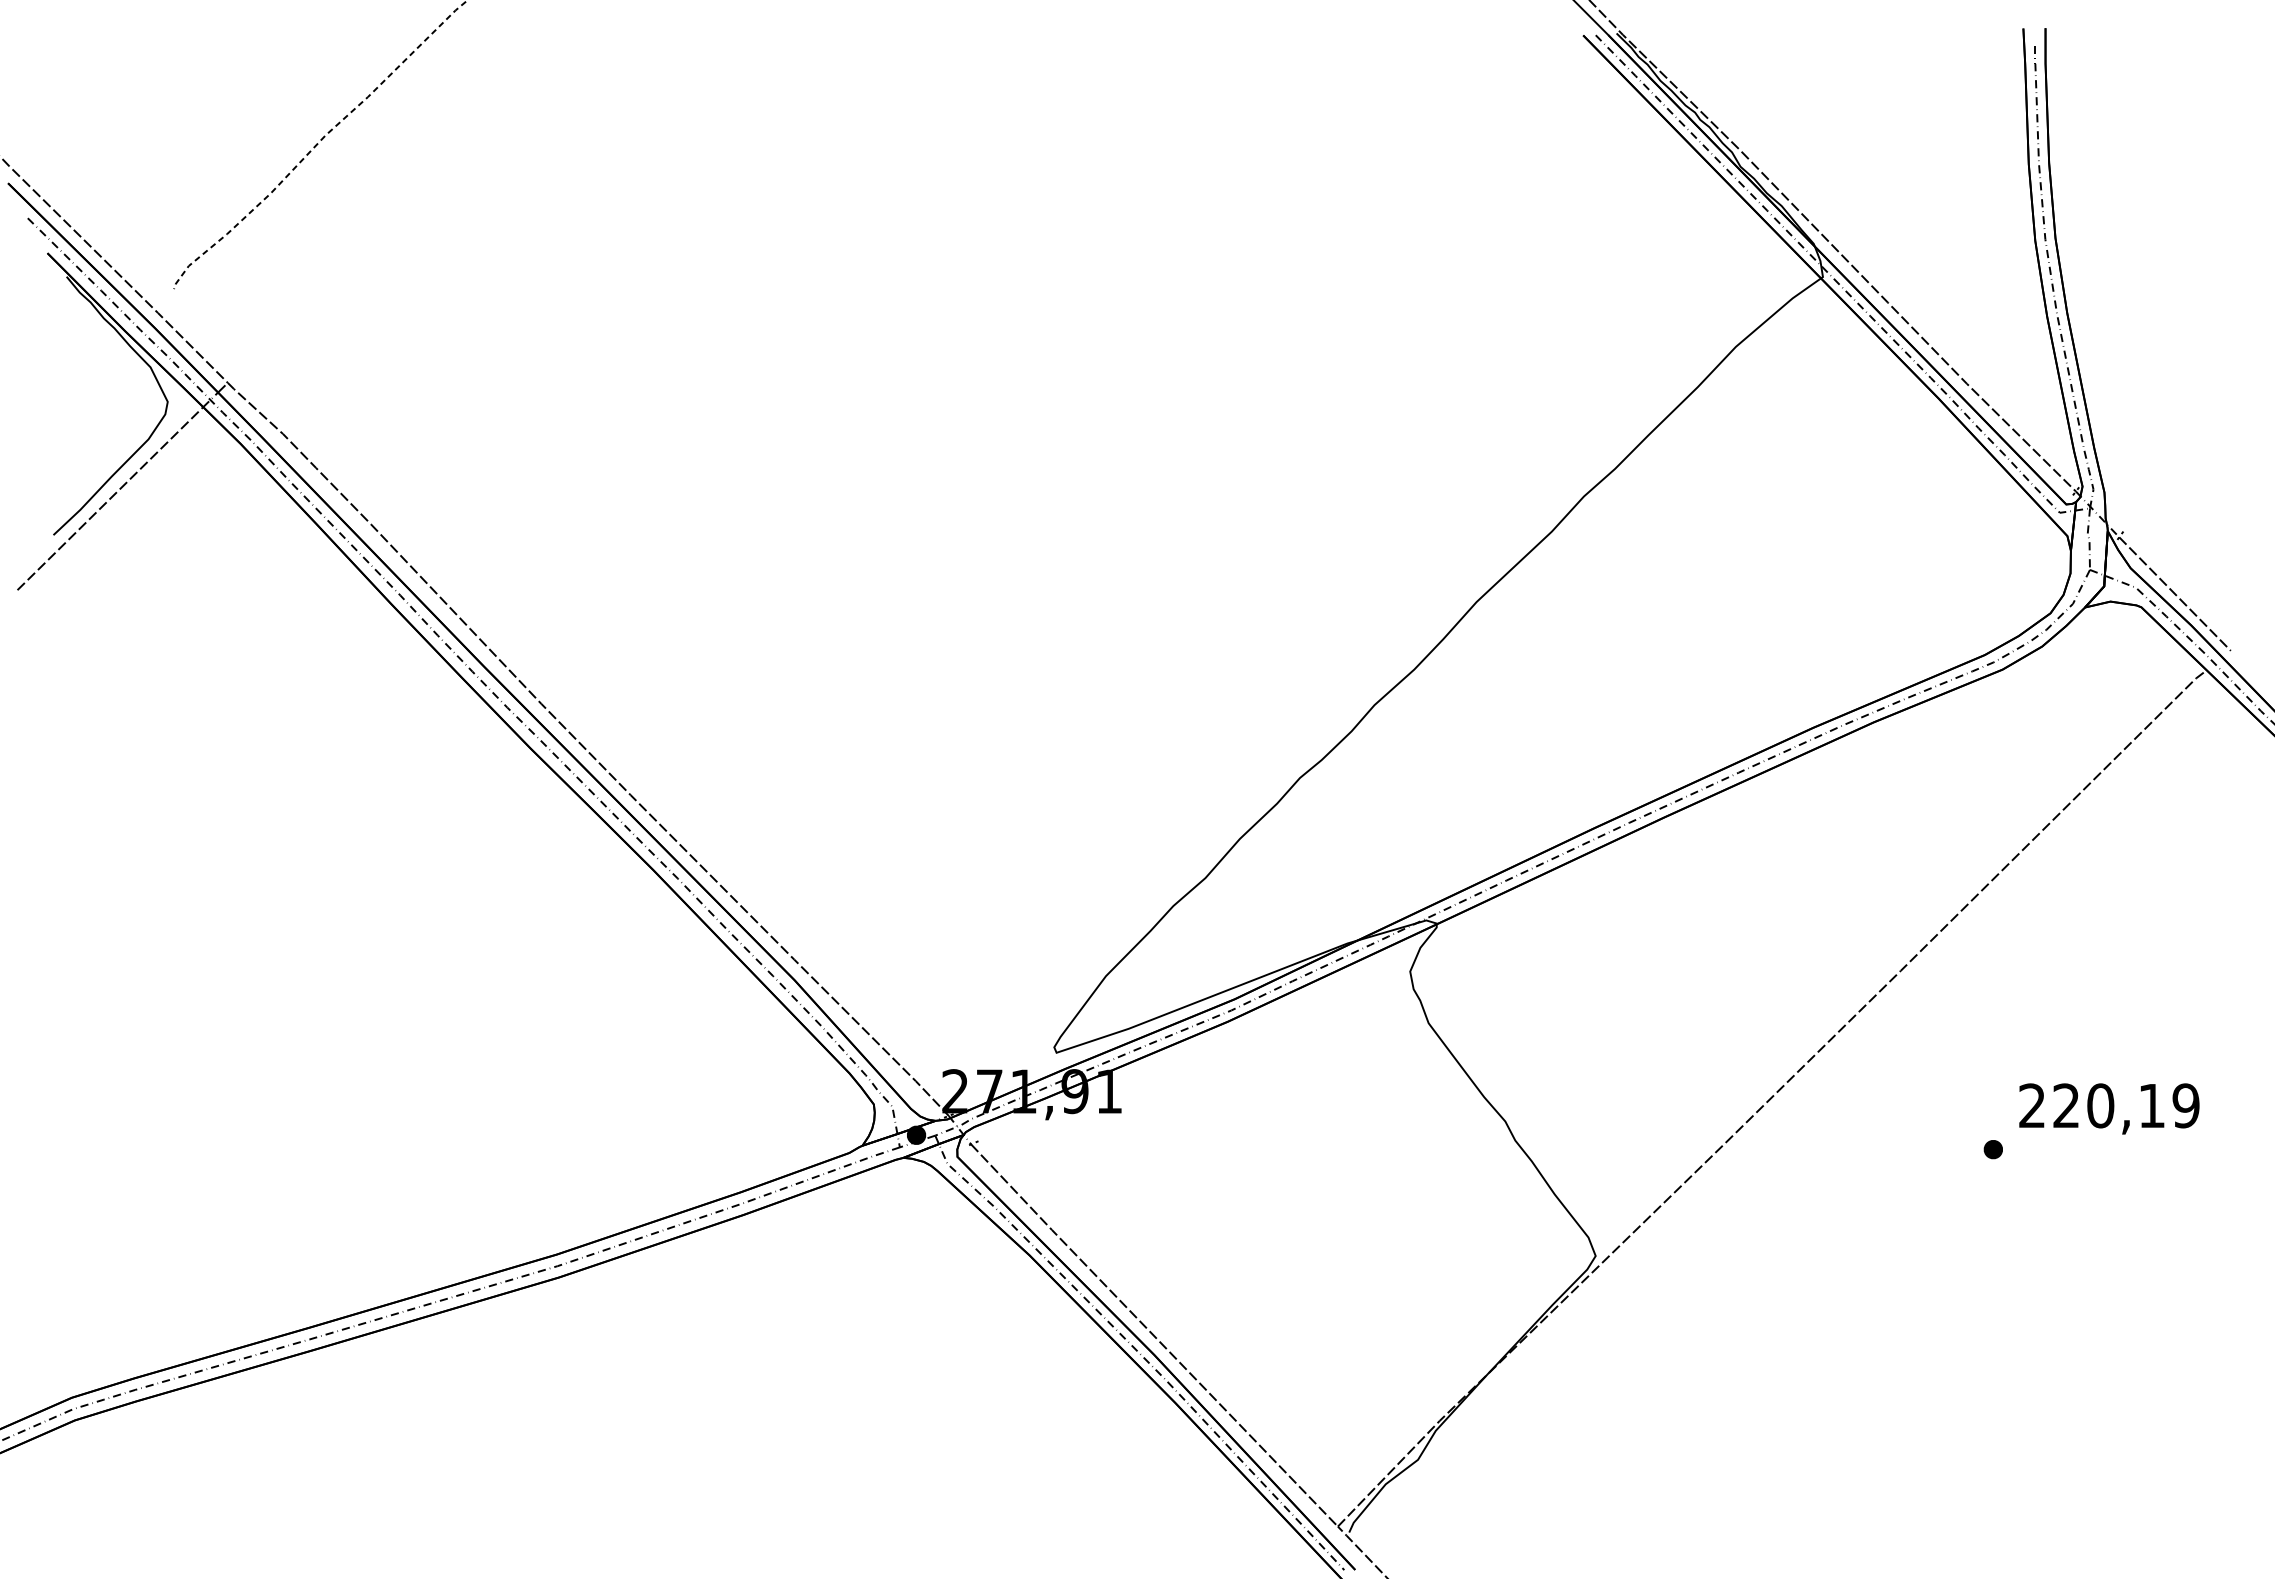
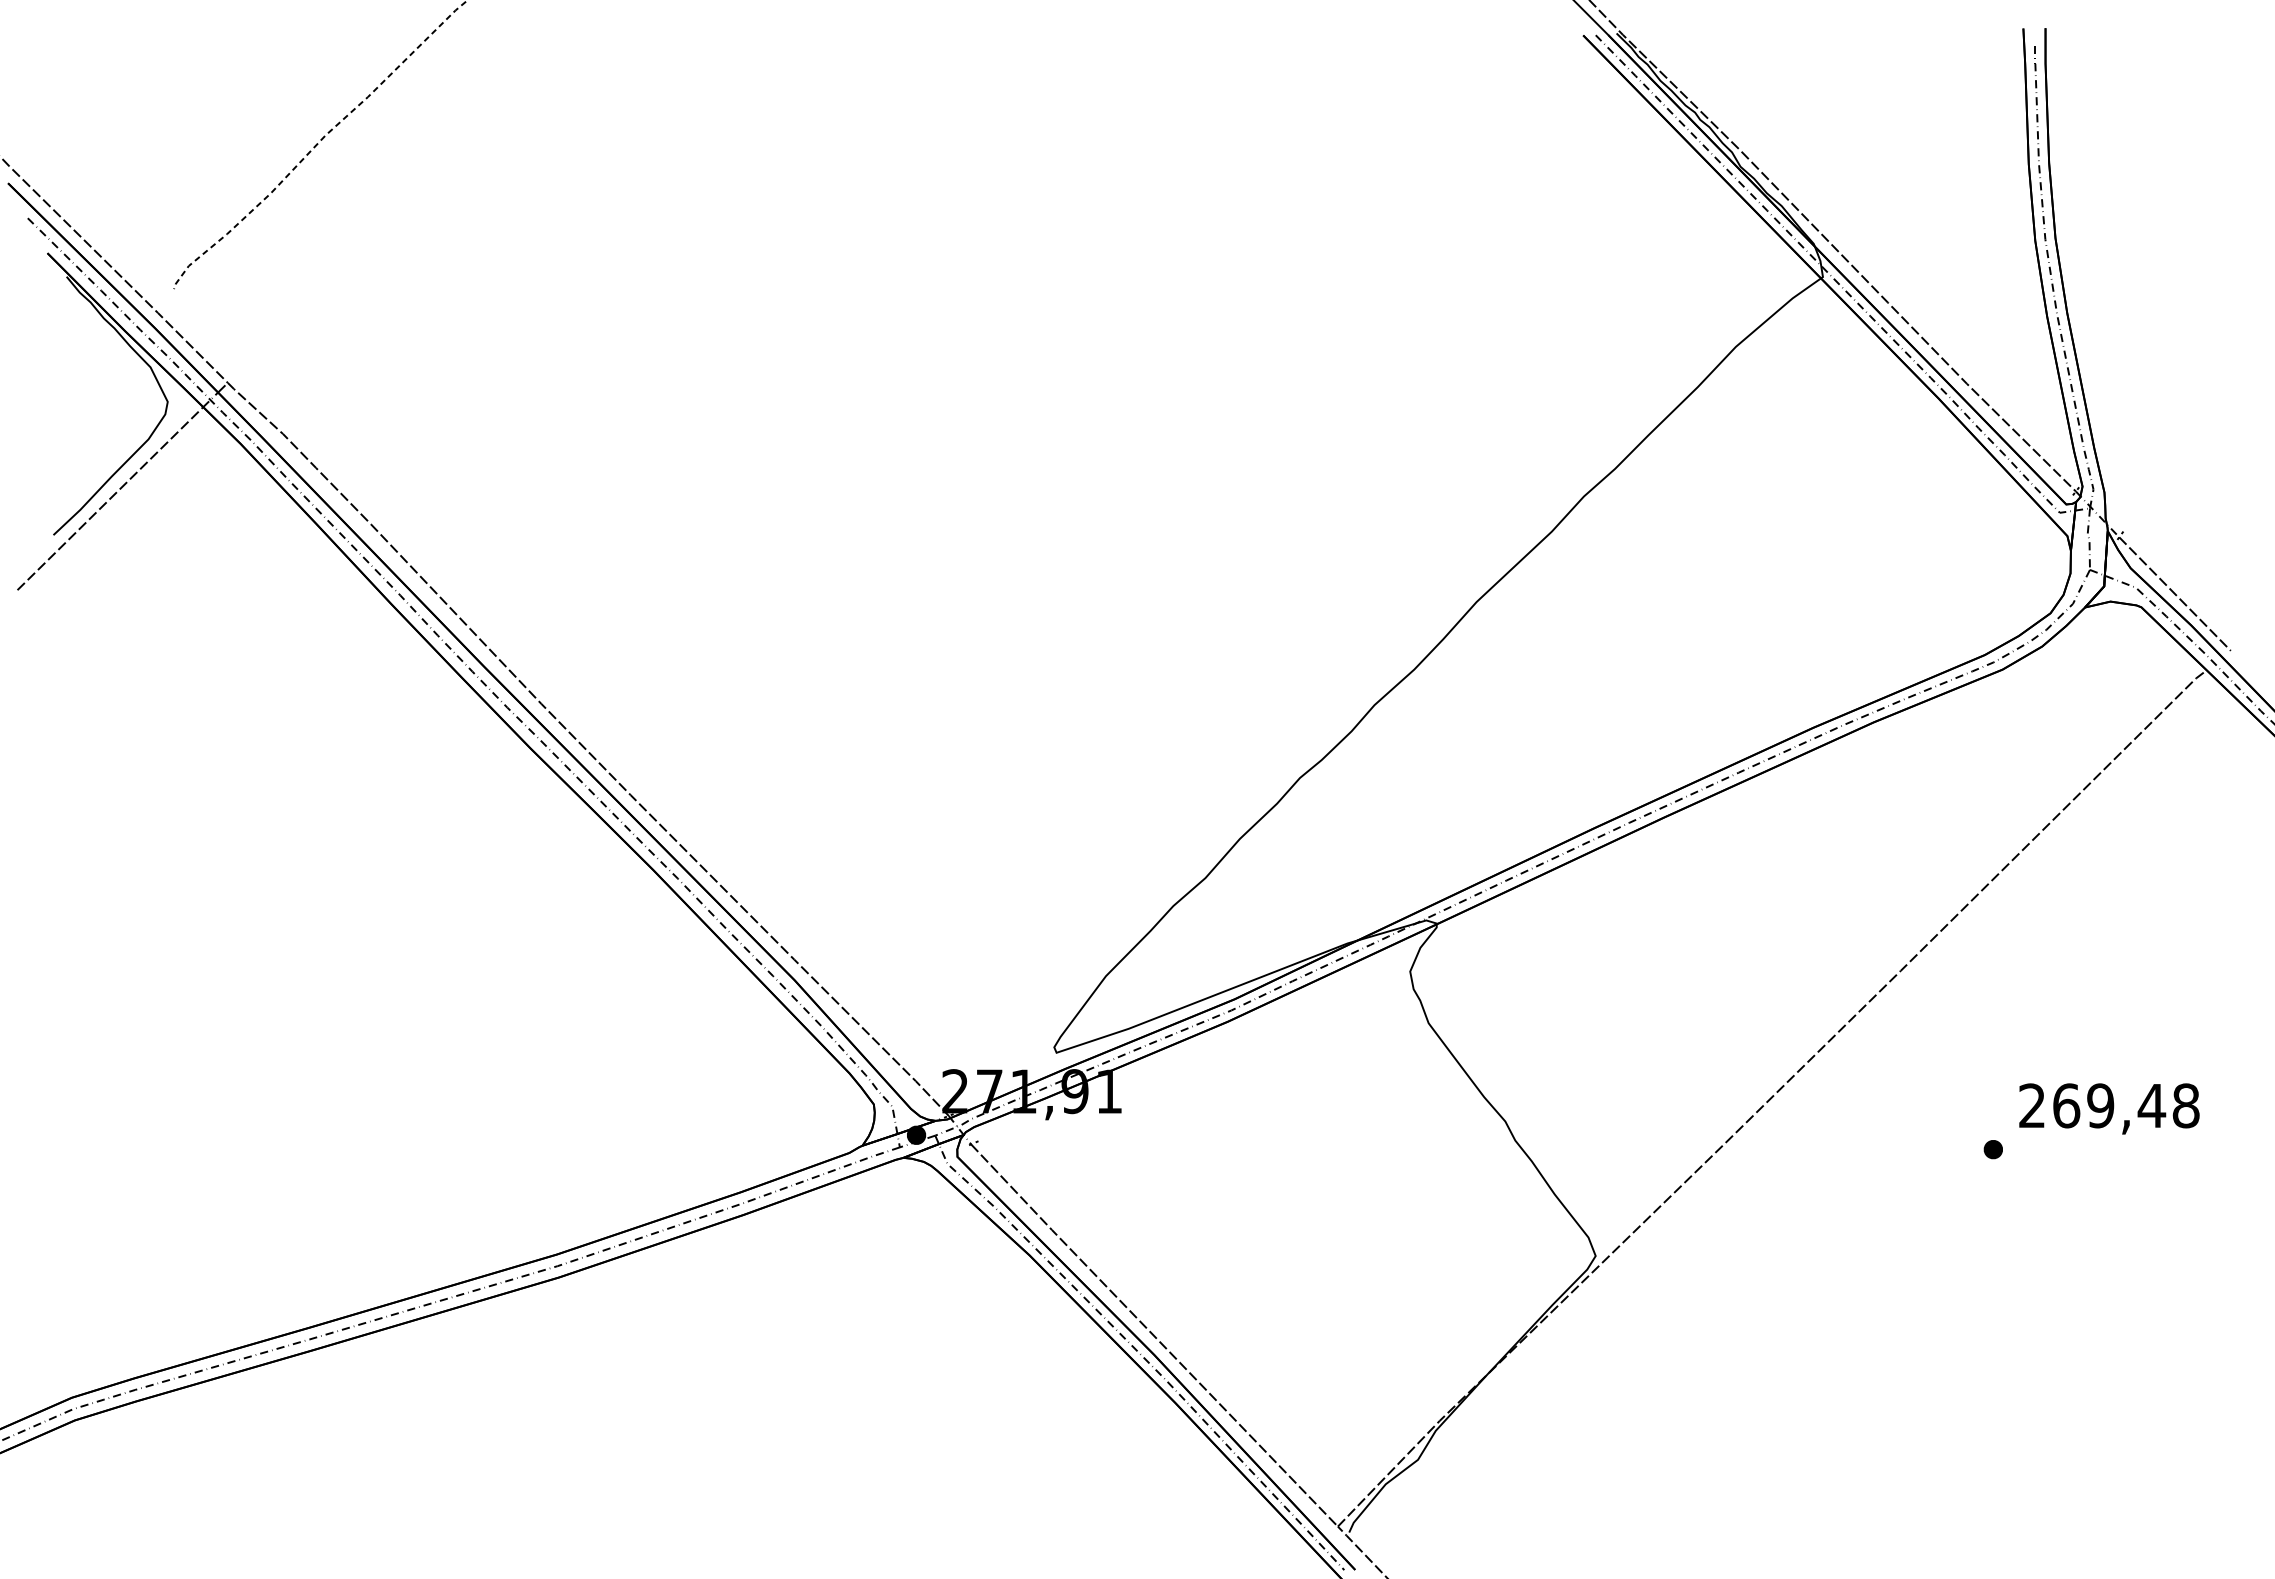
text at (2126, 1105): 220,19 -> 269,48
